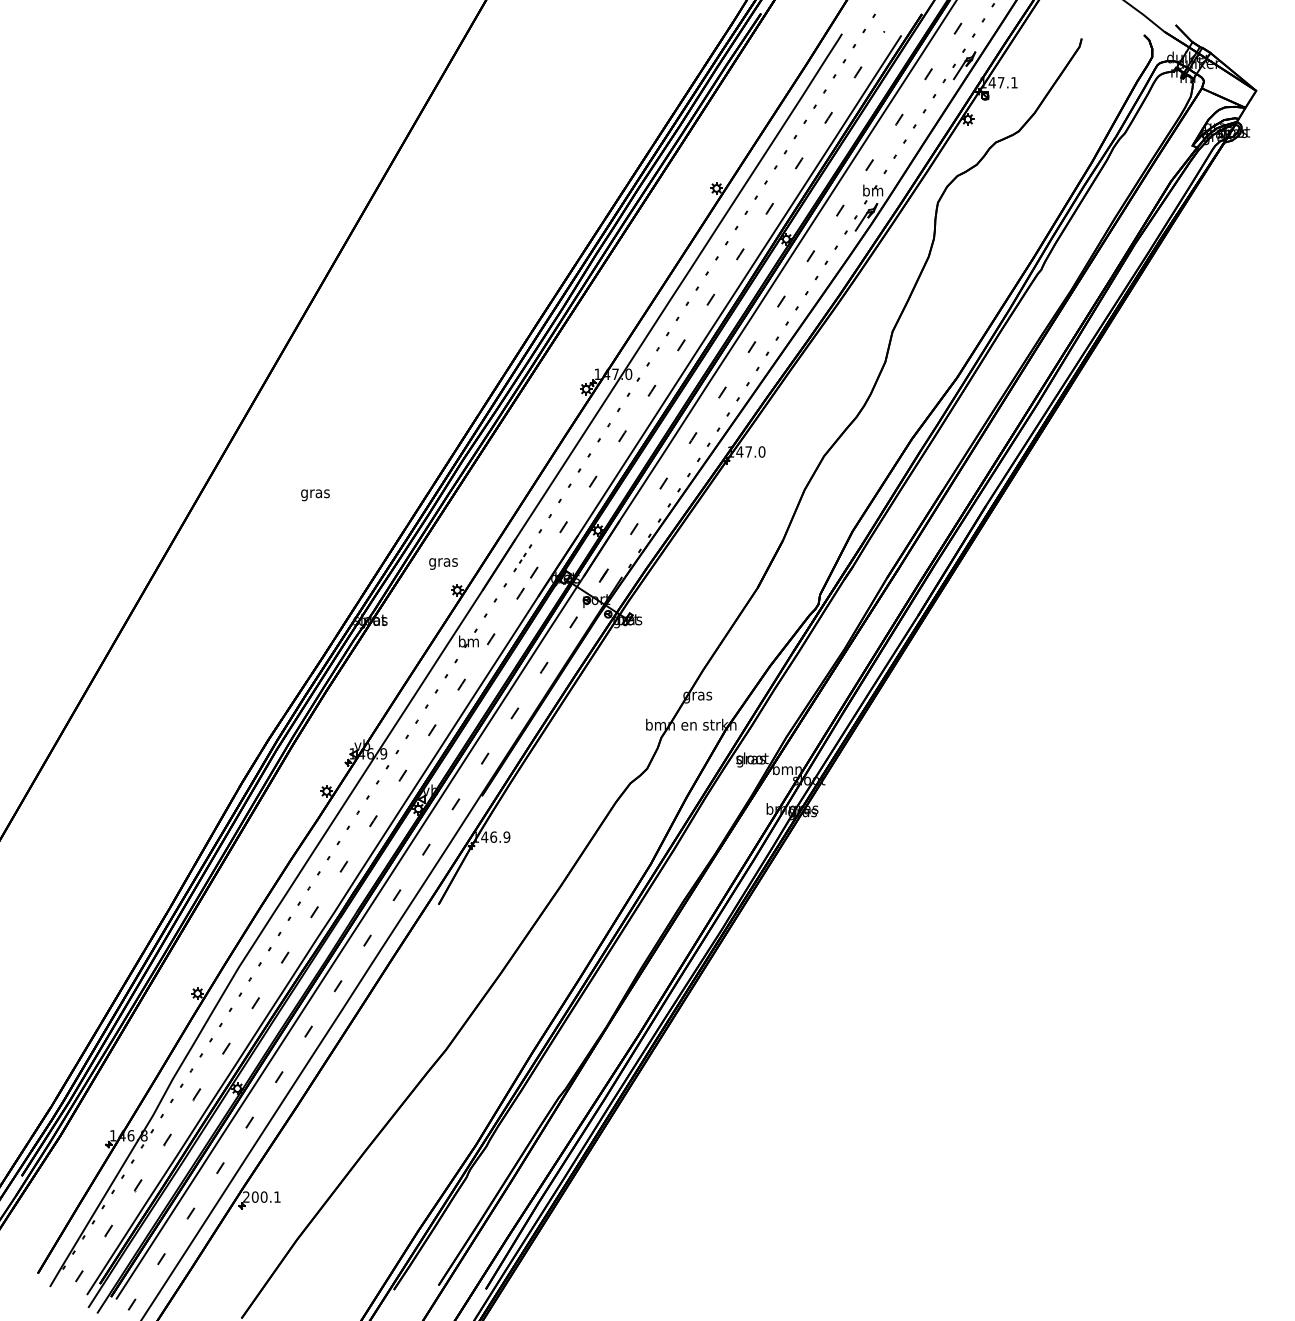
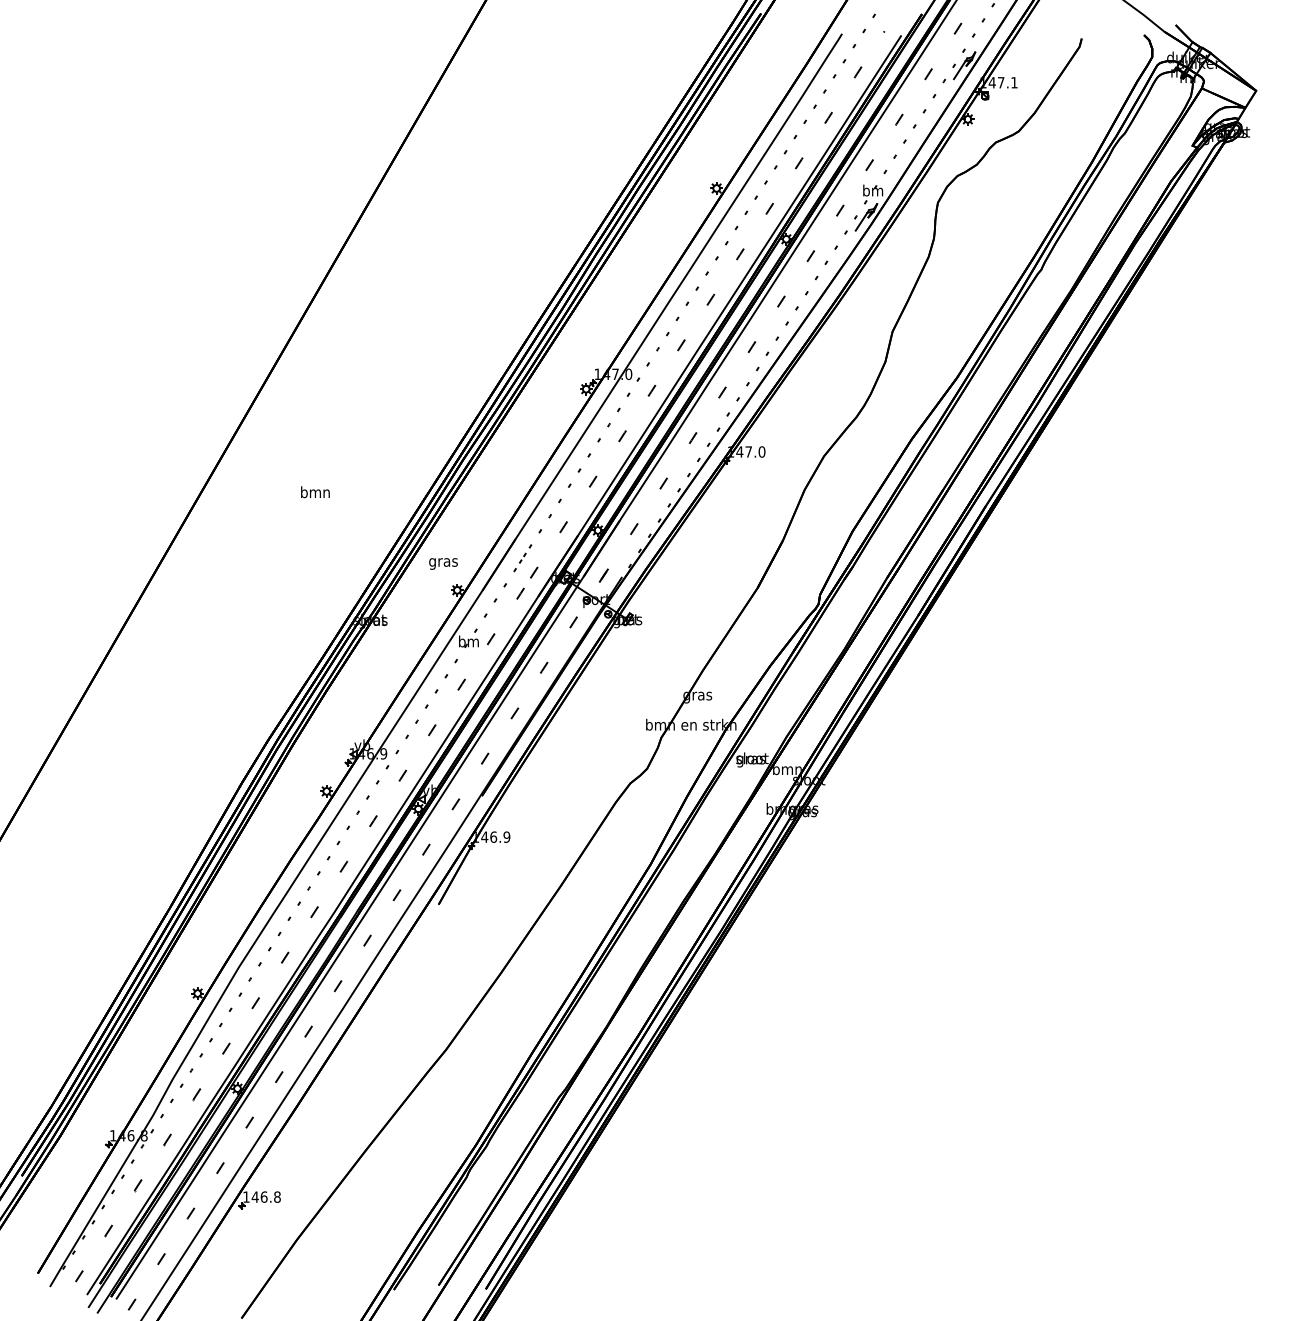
text at (315, 493): gras -> bmn
text at (261, 1196): 200.1 -> 146.8
